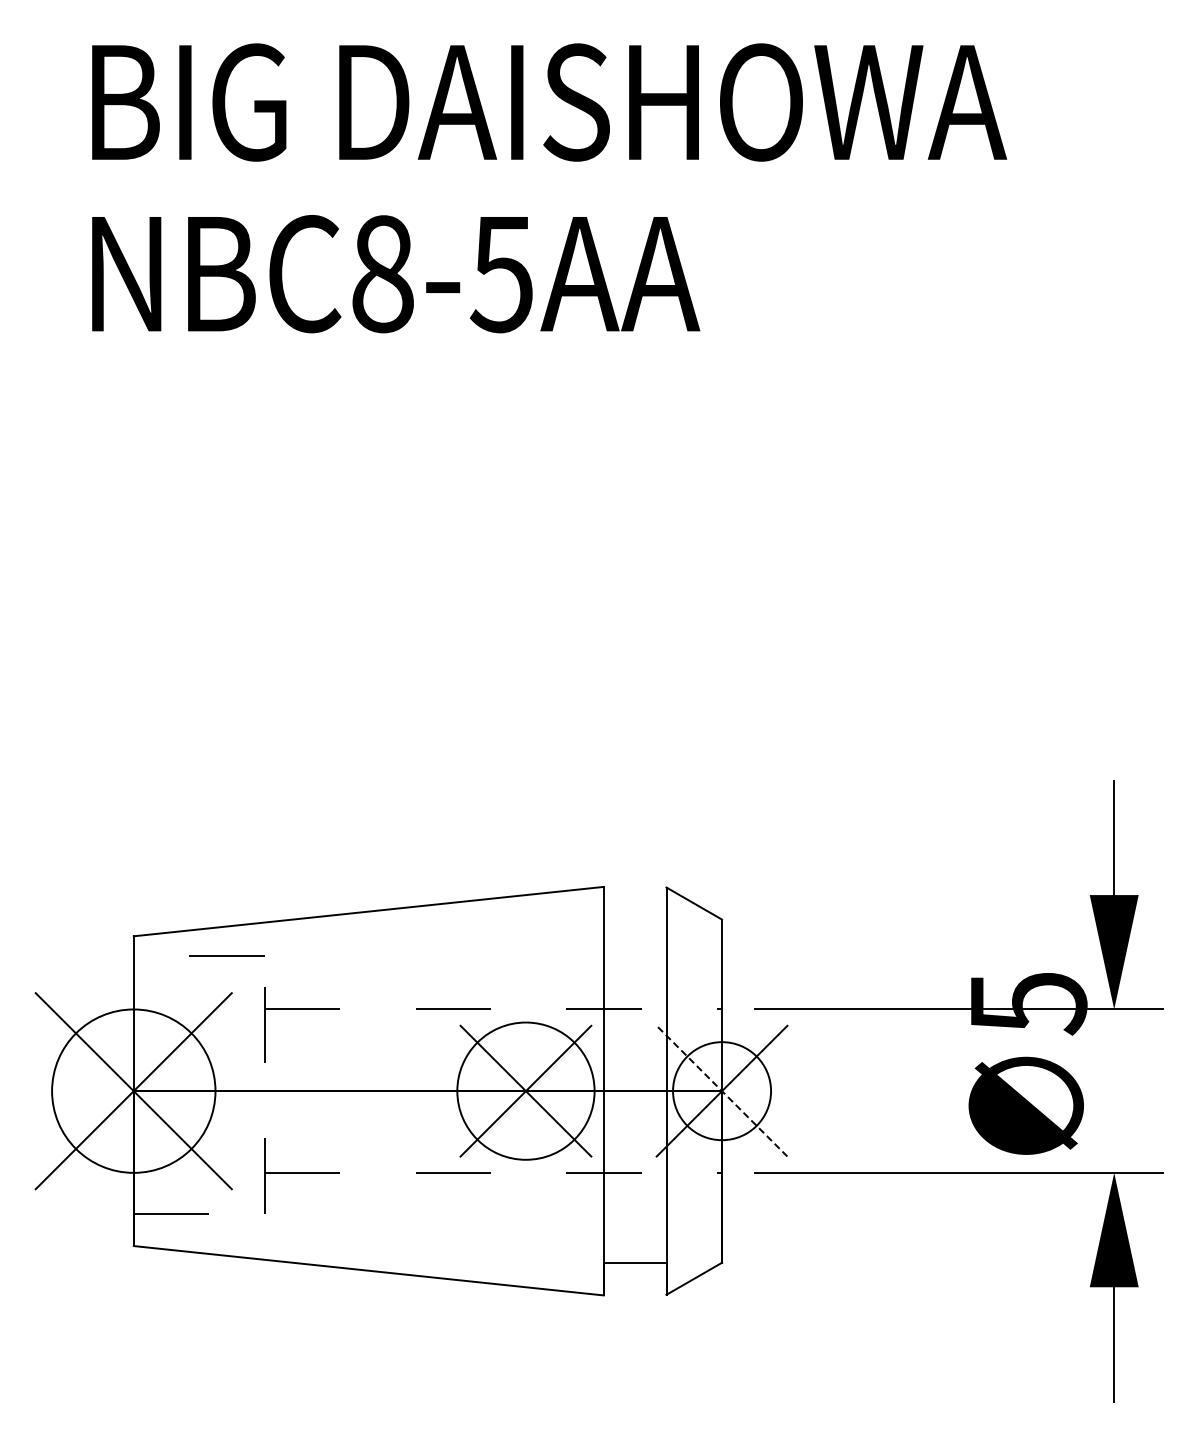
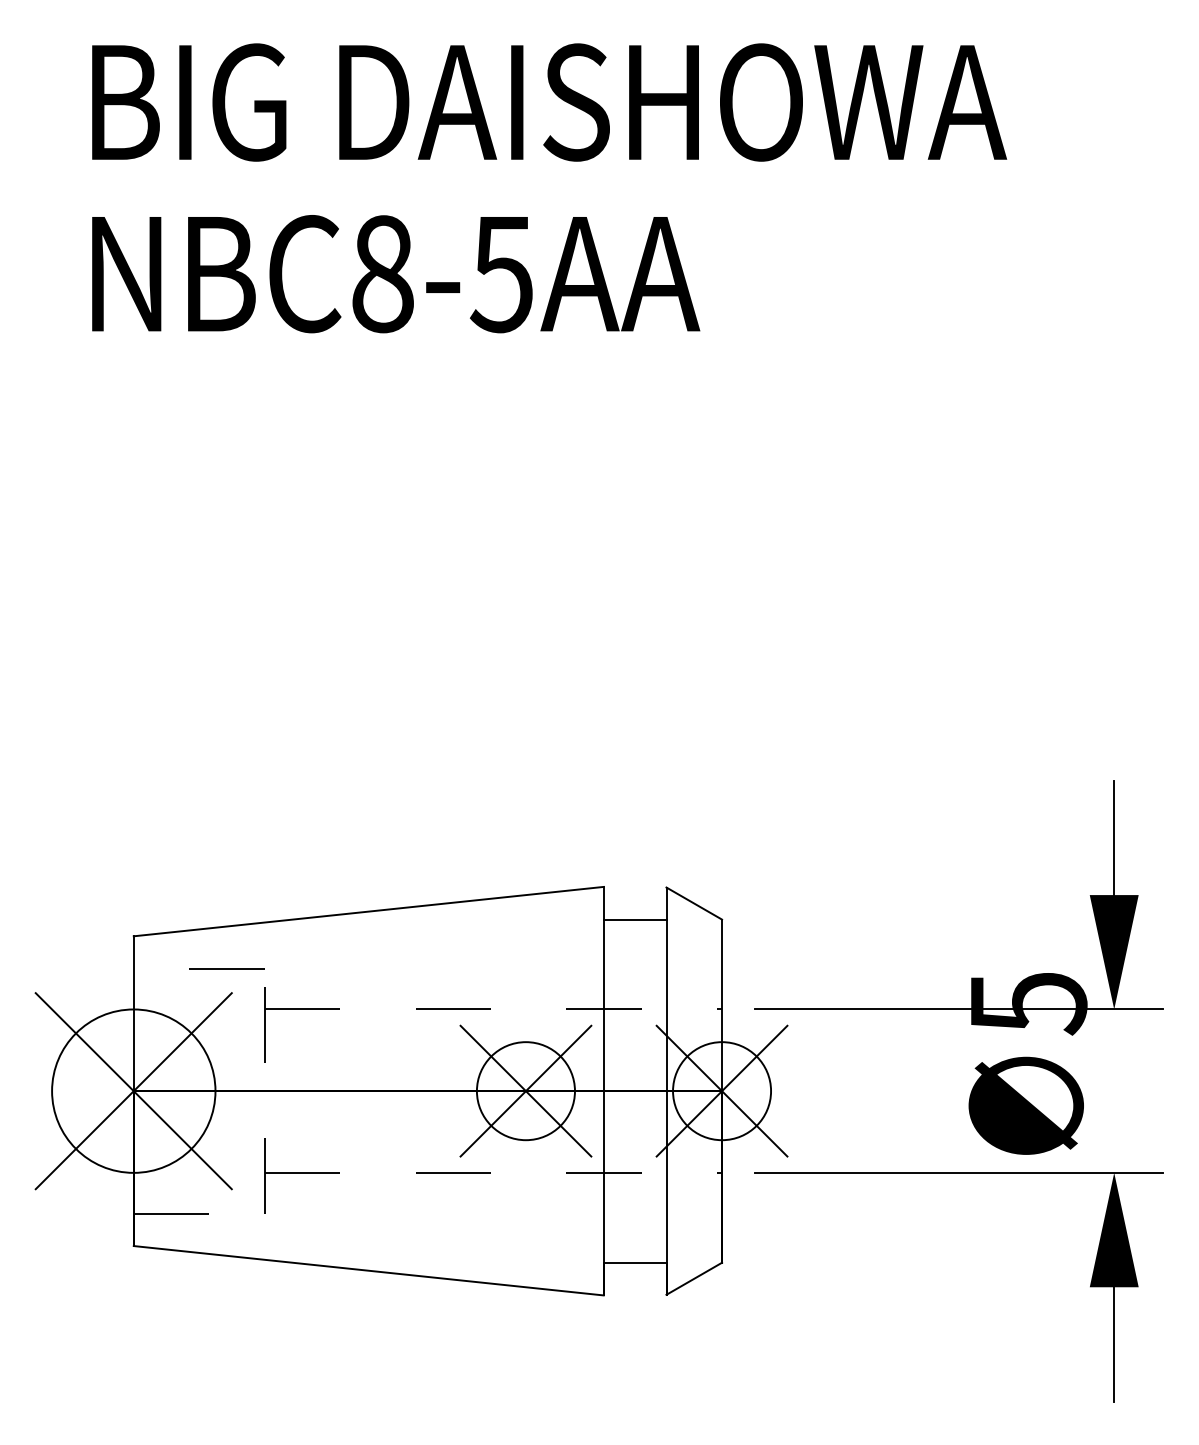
line at (634, 919): none -> present
line at (226, 955) position: (226, 955) -> (226, 968)
circle at (525, 1090) diameter: 137 px -> 98 px
line at (721, 1090): dashed -> solid
